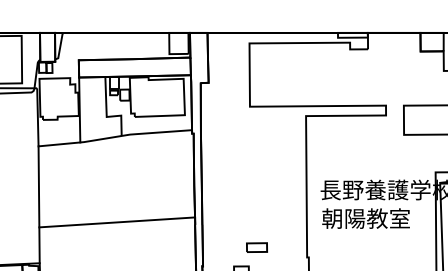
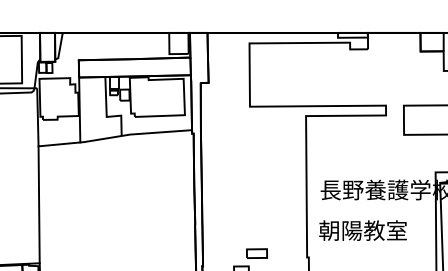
text at (365, 218) position: (365, 218) -> (362, 230)
line at (117, 222): present -> none
part at (256, 247) position: (256, 247) -> (256, 253)
